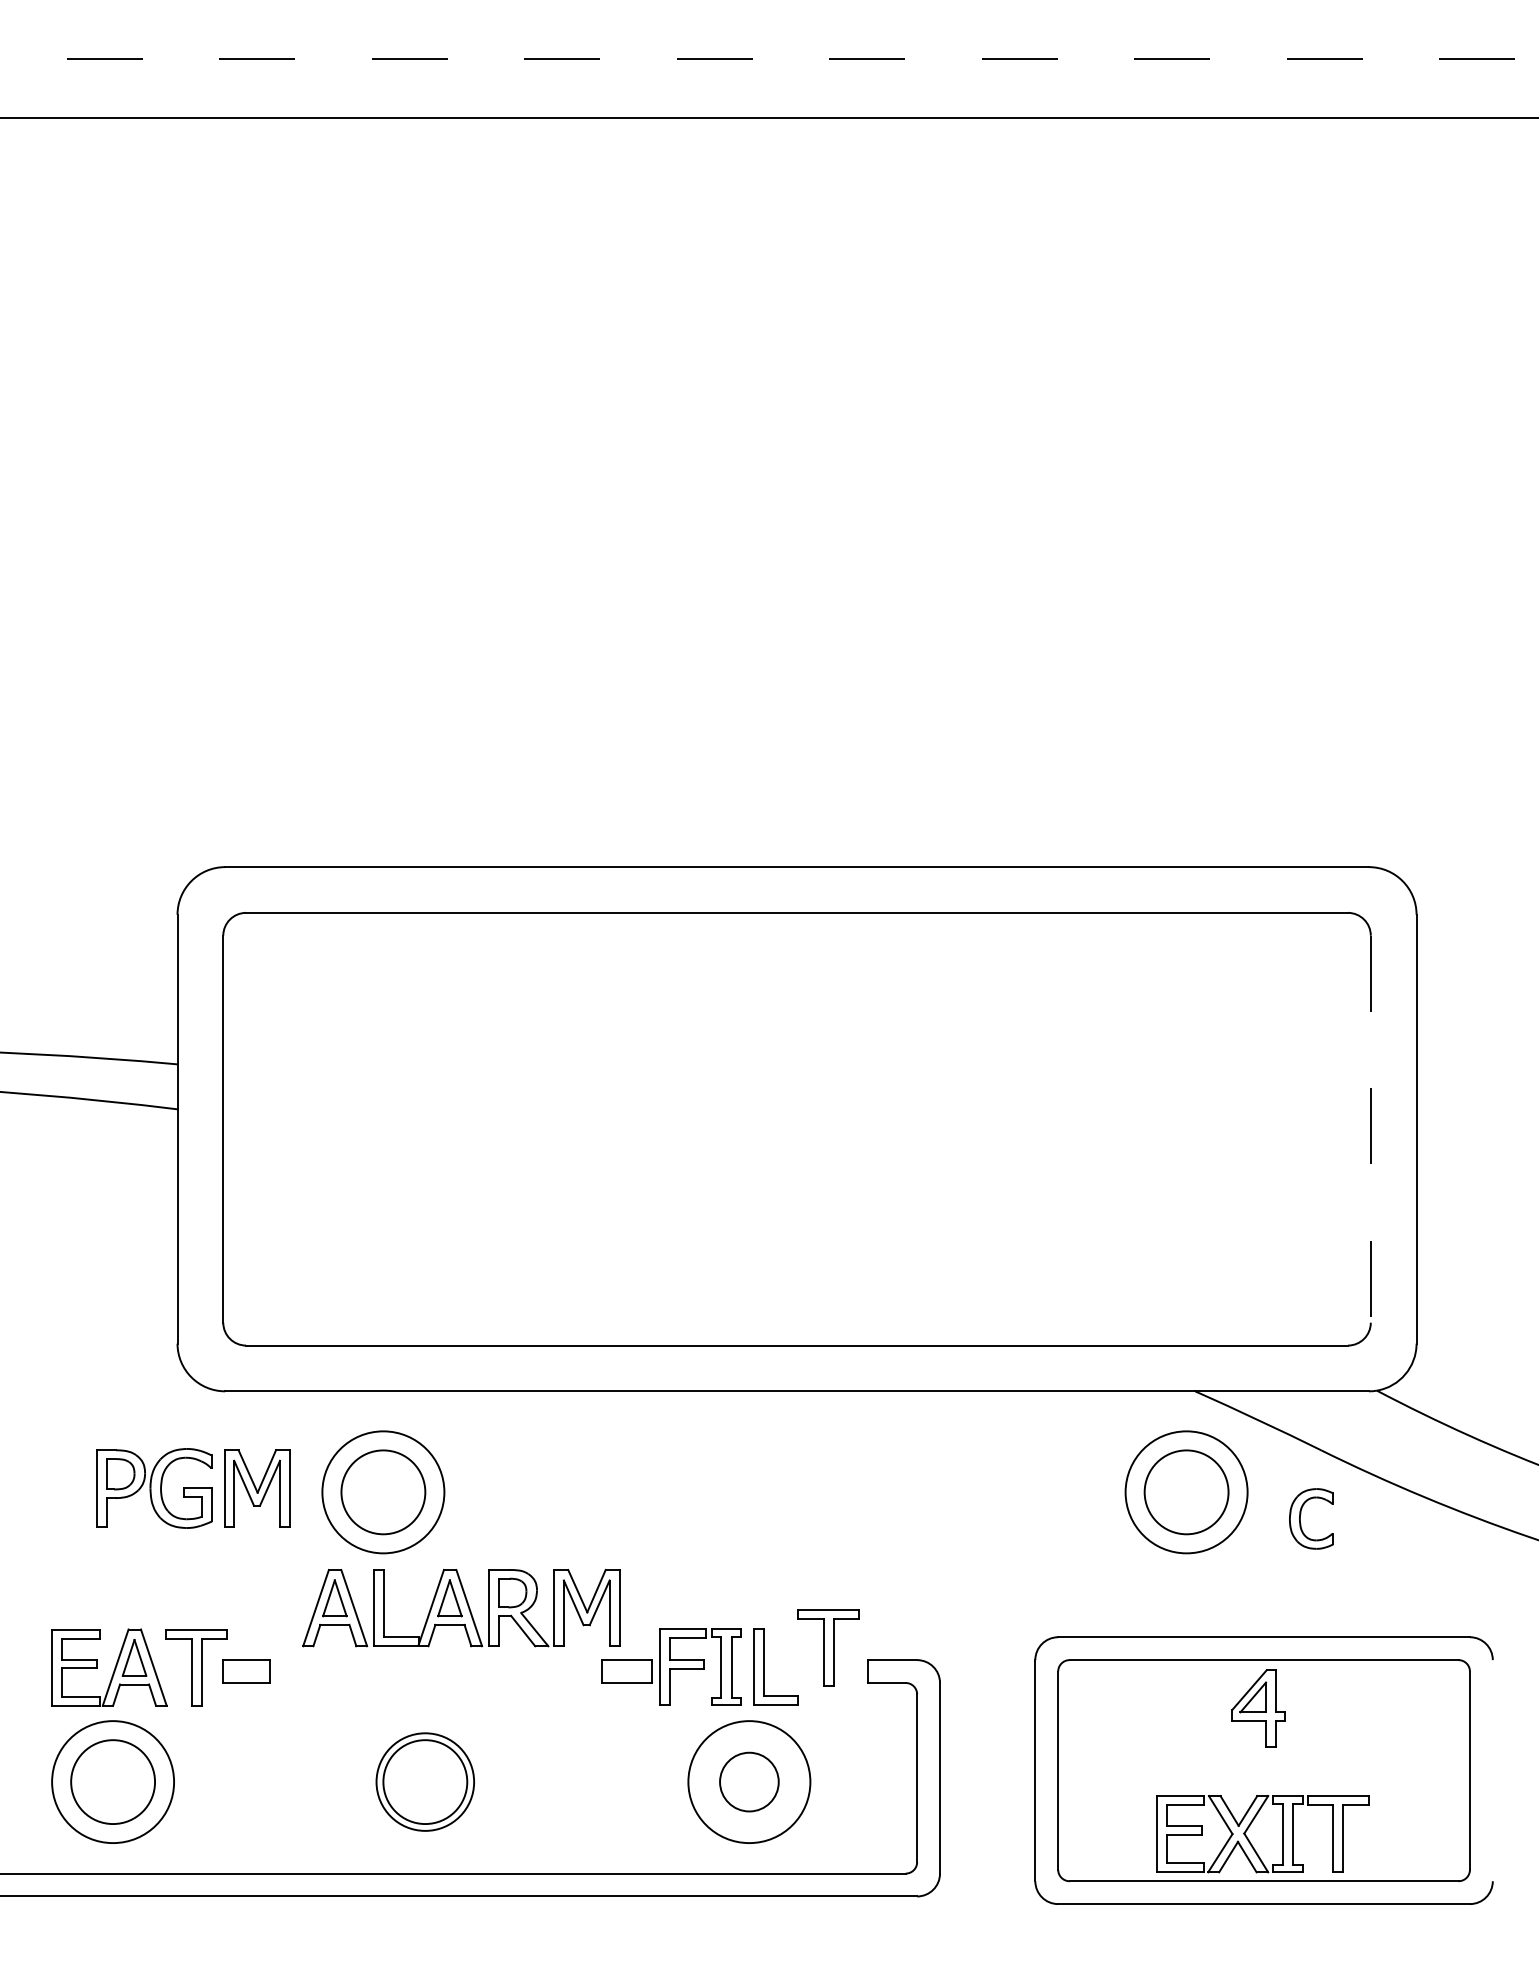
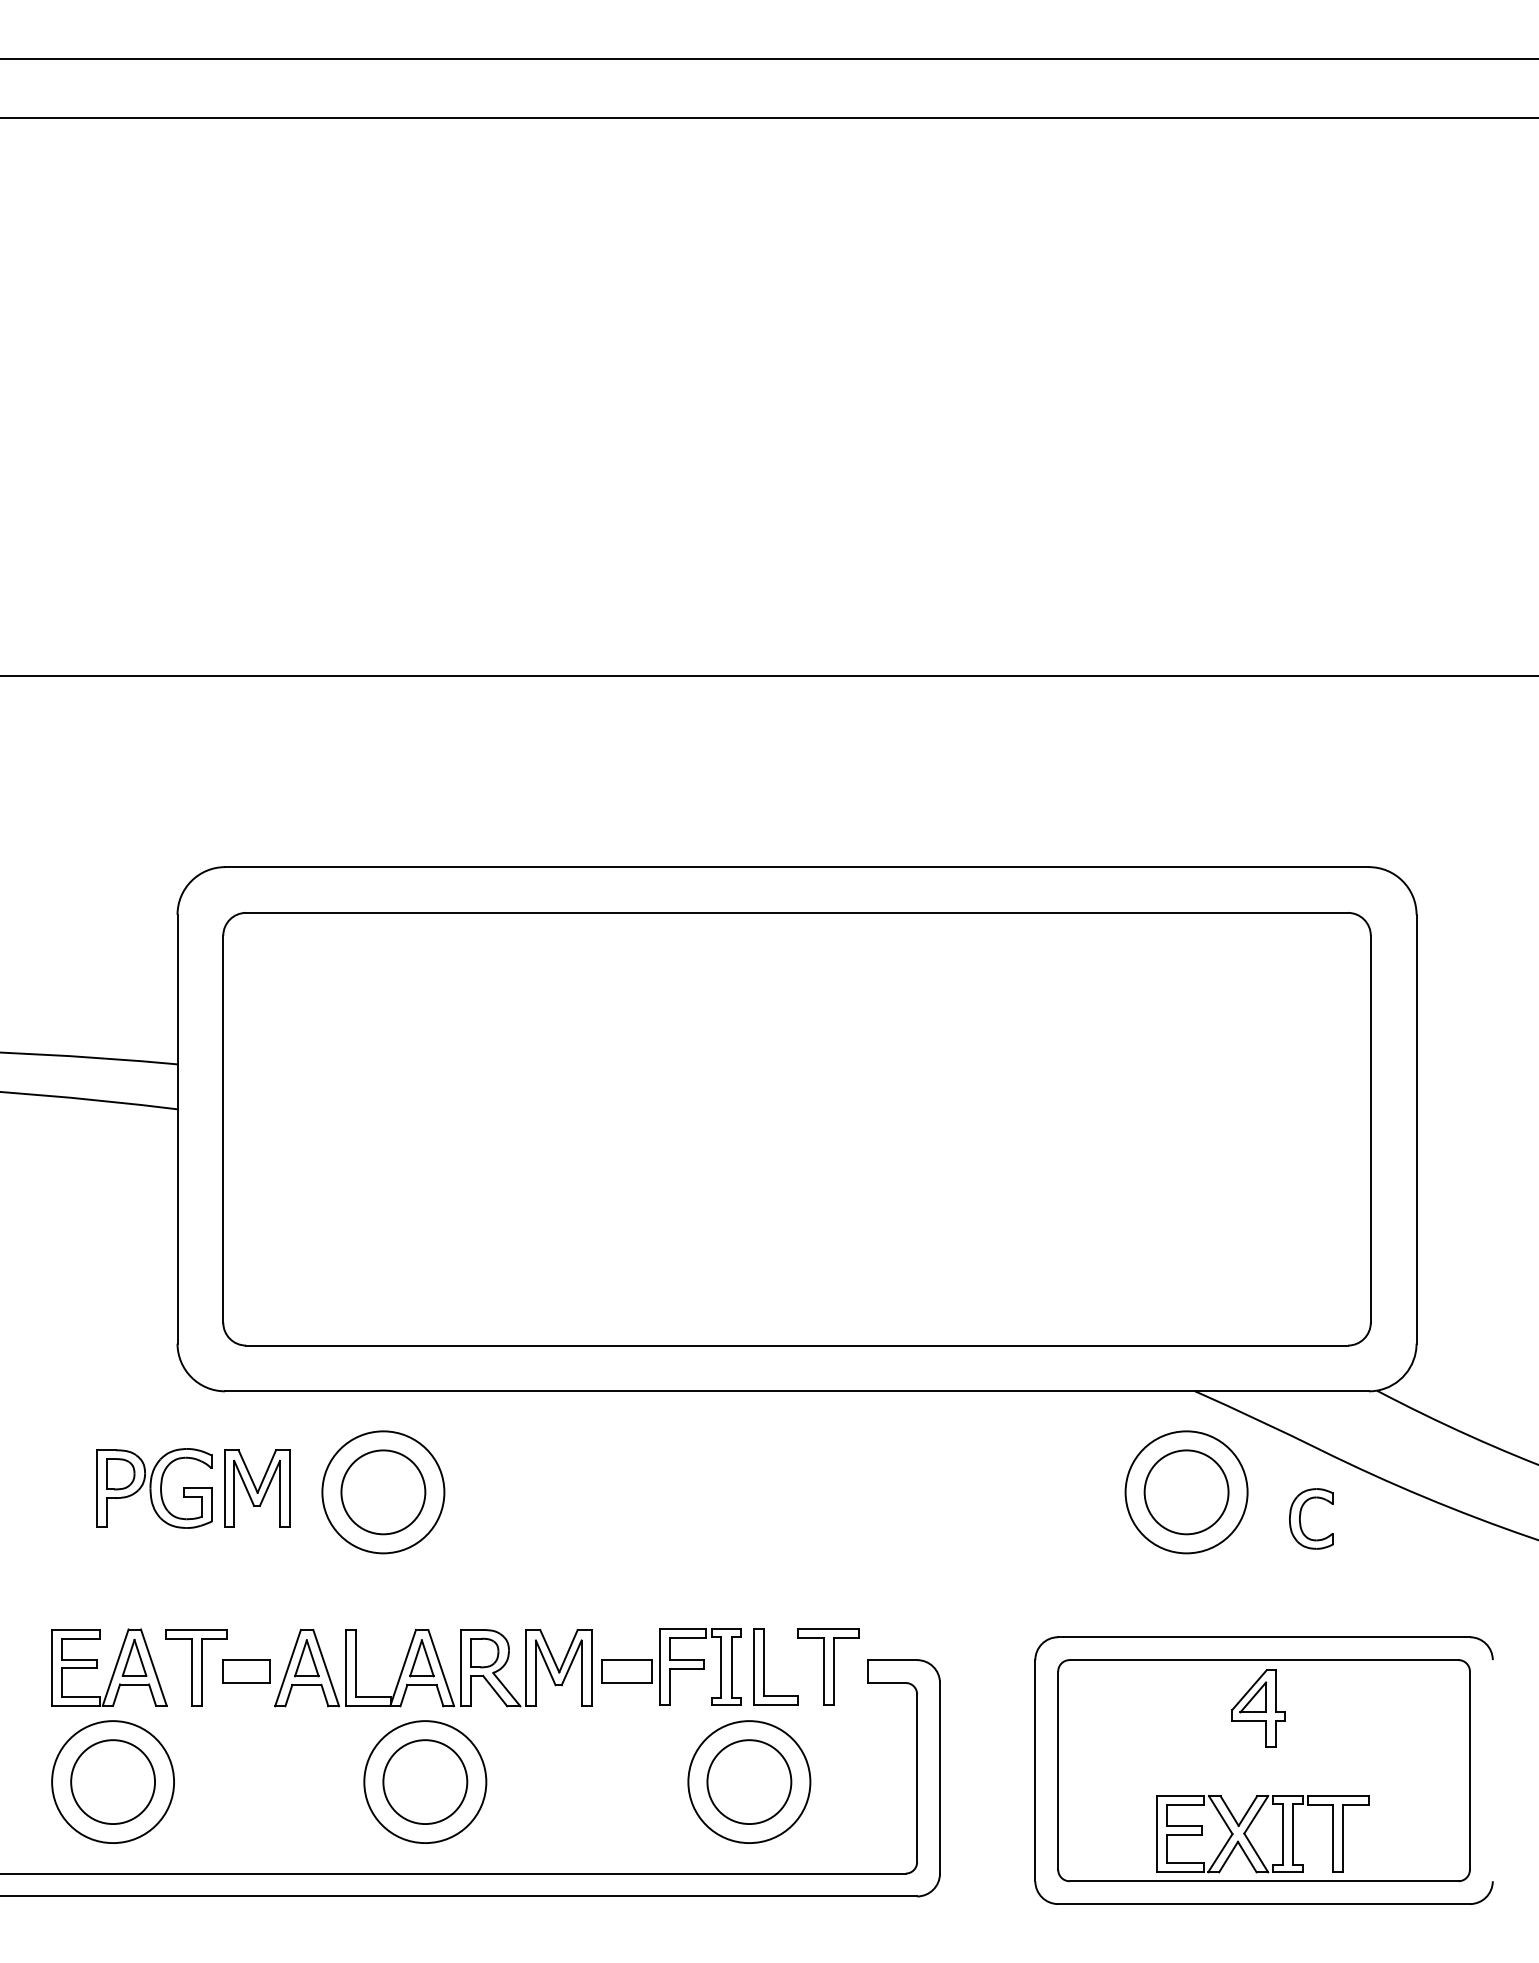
line at (769, 58): dashed -> solid
line at (768, 676): none -> present
line at (1370, 1129): dashed -> solid
part at (461, 1608) position: (461, 1608) -> (433, 1668)
part at (828, 1647) position: (828, 1647) -> (828, 1666)
circle at (425, 1781) diameter: 98 px -> 122 px
circle at (749, 1781) diameter: 59 px -> 84 px
